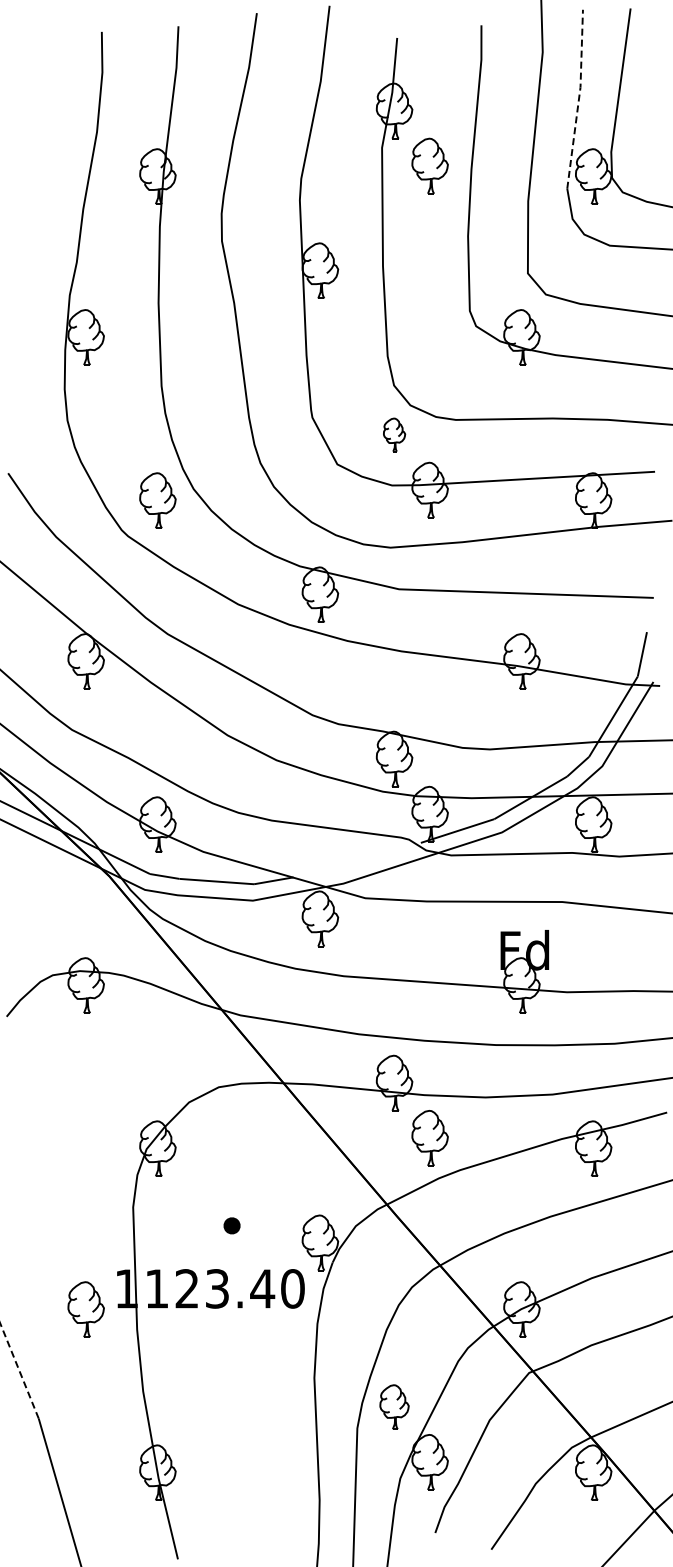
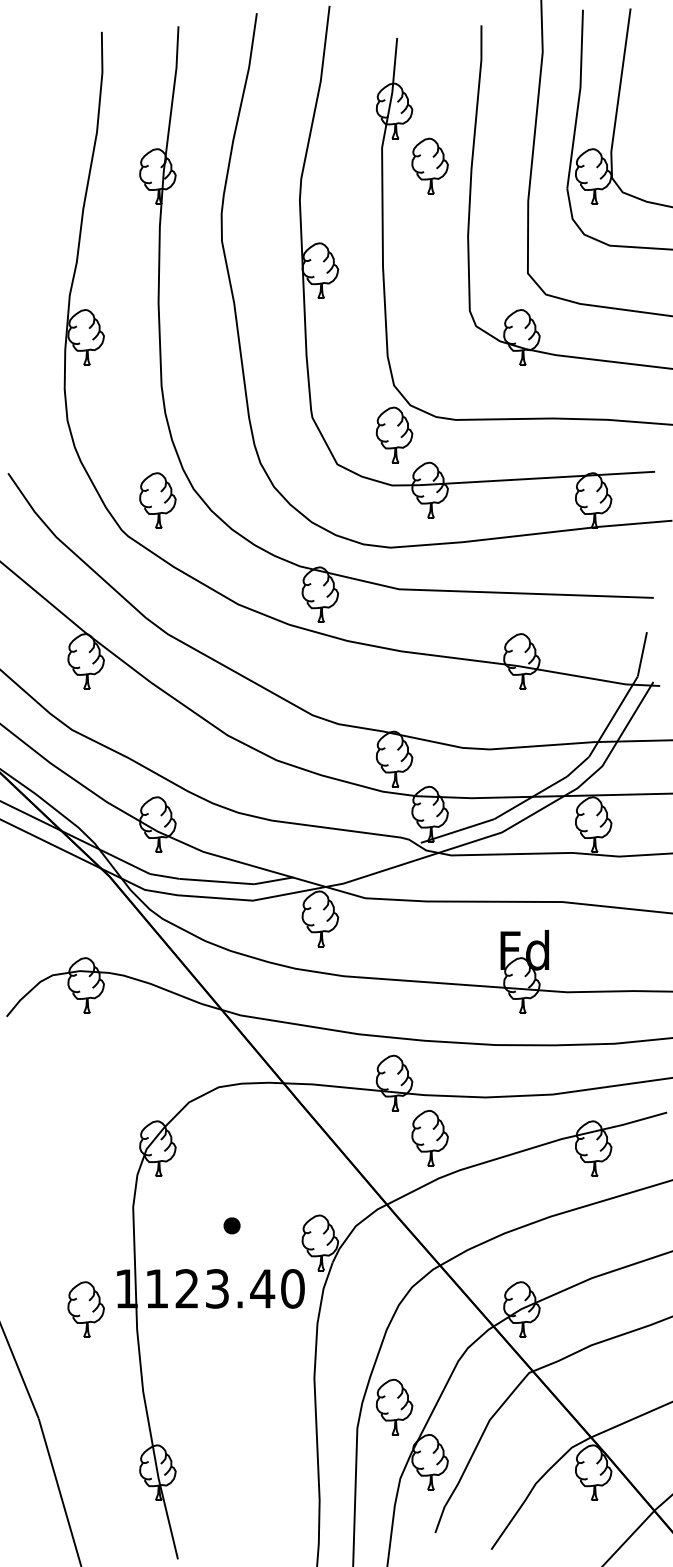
line at (578, 99): dashed -> solid
part at (394, 434) size: 24x36 px -> 39x58 px
line at (19, 1370): dashed -> solid
part at (394, 1406) size: 31x46 px -> 39x58 px
